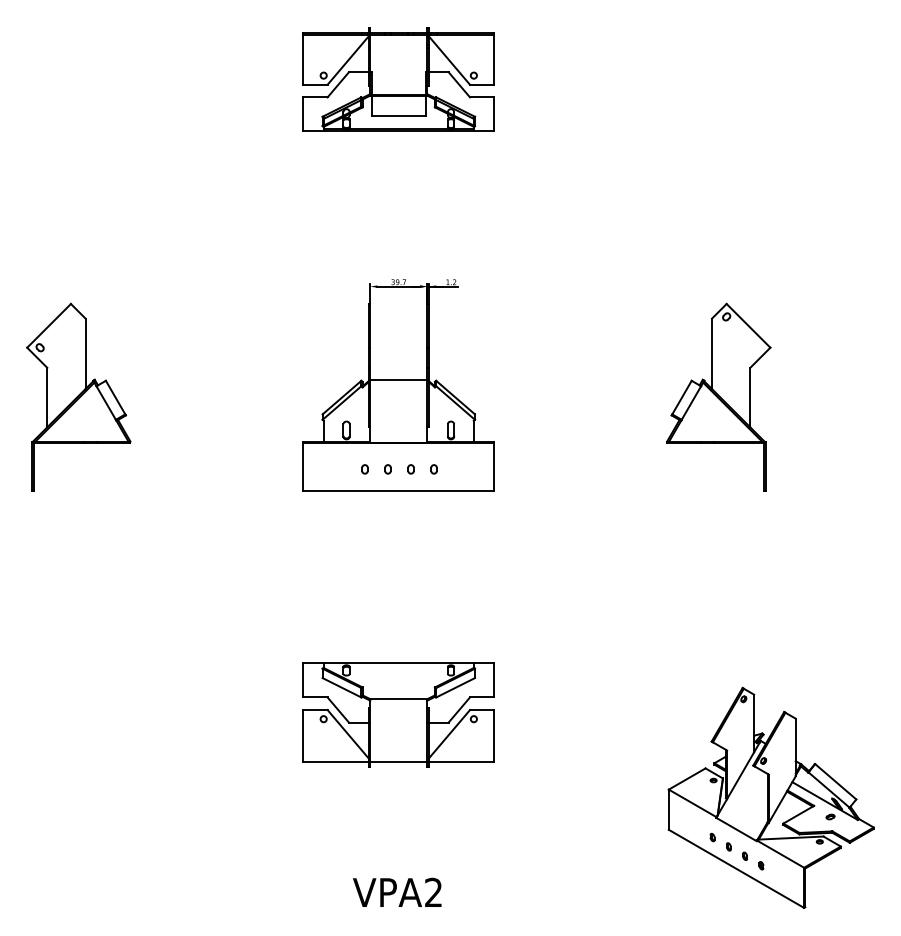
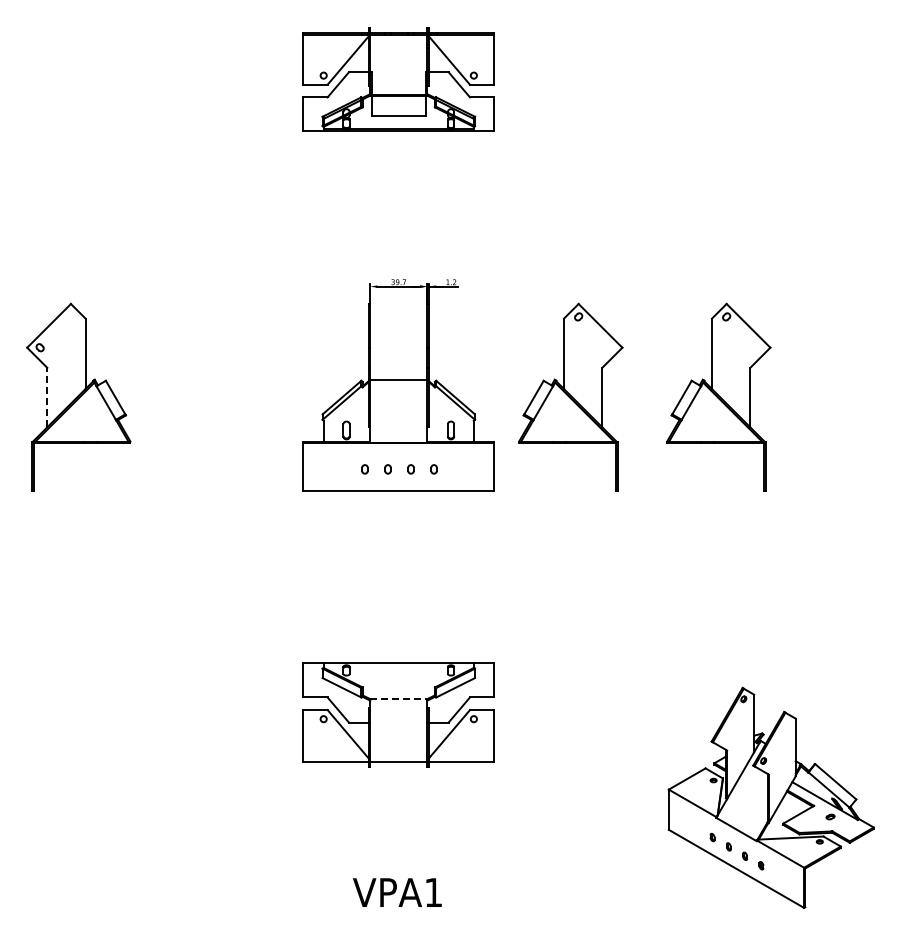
part at (570, 396): none -> present
line at (47, 397): solid -> dashed
line at (398, 699): solid -> dashed
text at (433, 891): VPA2 -> VPA1
